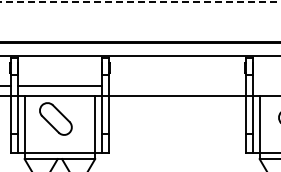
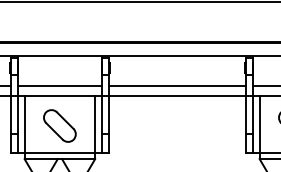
line at (140, 2): dashed -> solid
line at (177, 85): none -> present
line at (264, 85): none -> present
part at (55, 118) position: (55, 118) -> (59, 125)
